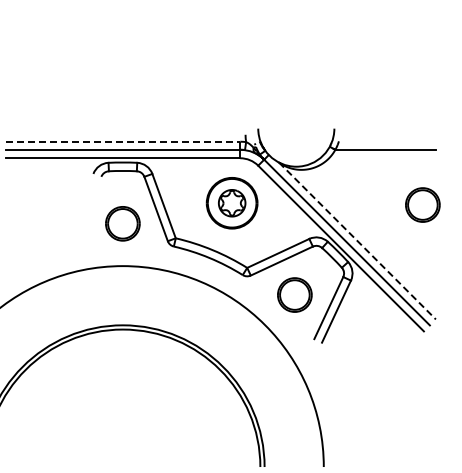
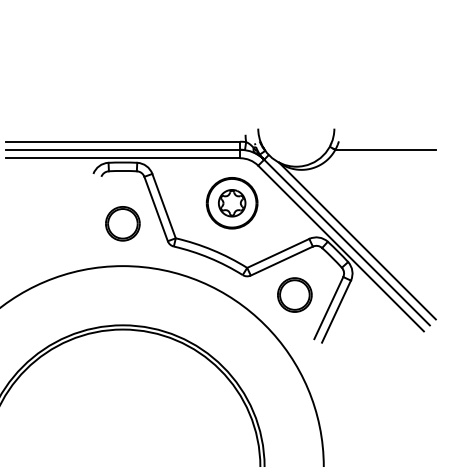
line at (123, 141): dashed -> solid
part at (422, 204): present -> none
line at (357, 241): dashed -> solid
